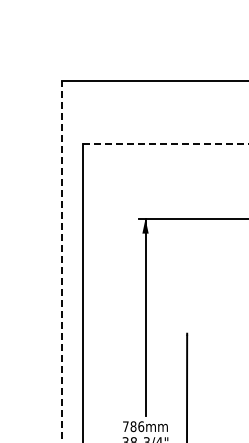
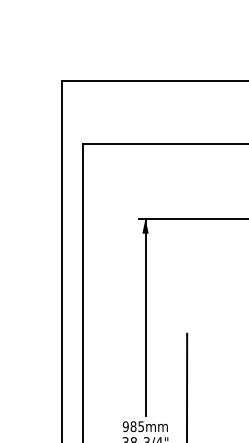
line at (165, 144): dashed -> solid
line at (61, 261): dashed -> solid
text at (133, 426): 786 -> 985
